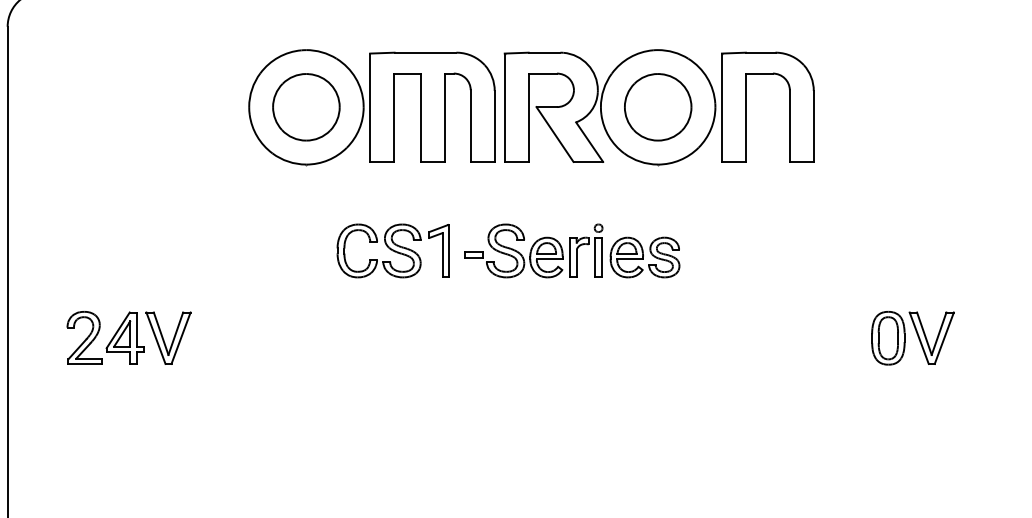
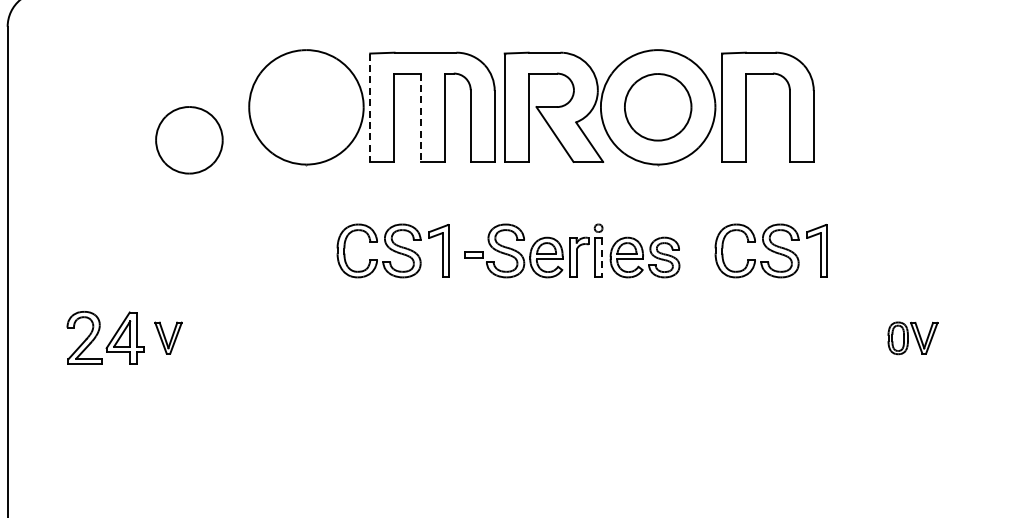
part at (306, 107) position: (306, 107) -> (189, 140)
line at (370, 108): solid -> dashed
line at (420, 118): solid -> dashed
part at (770, 250): none -> present
line at (601, 258): solid -> dashed
part at (168, 337) size: 47x54 px -> 29x34 px
part at (912, 338) size: 84x55 px -> 52x35 px
